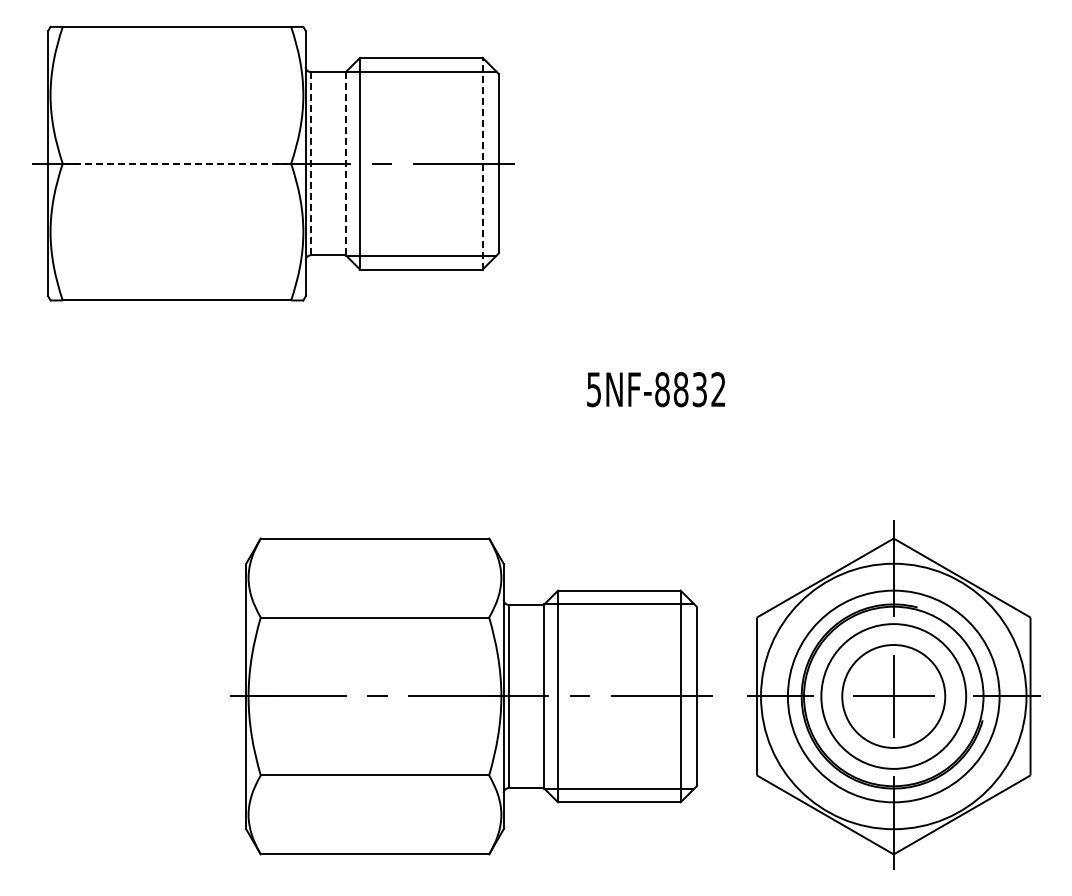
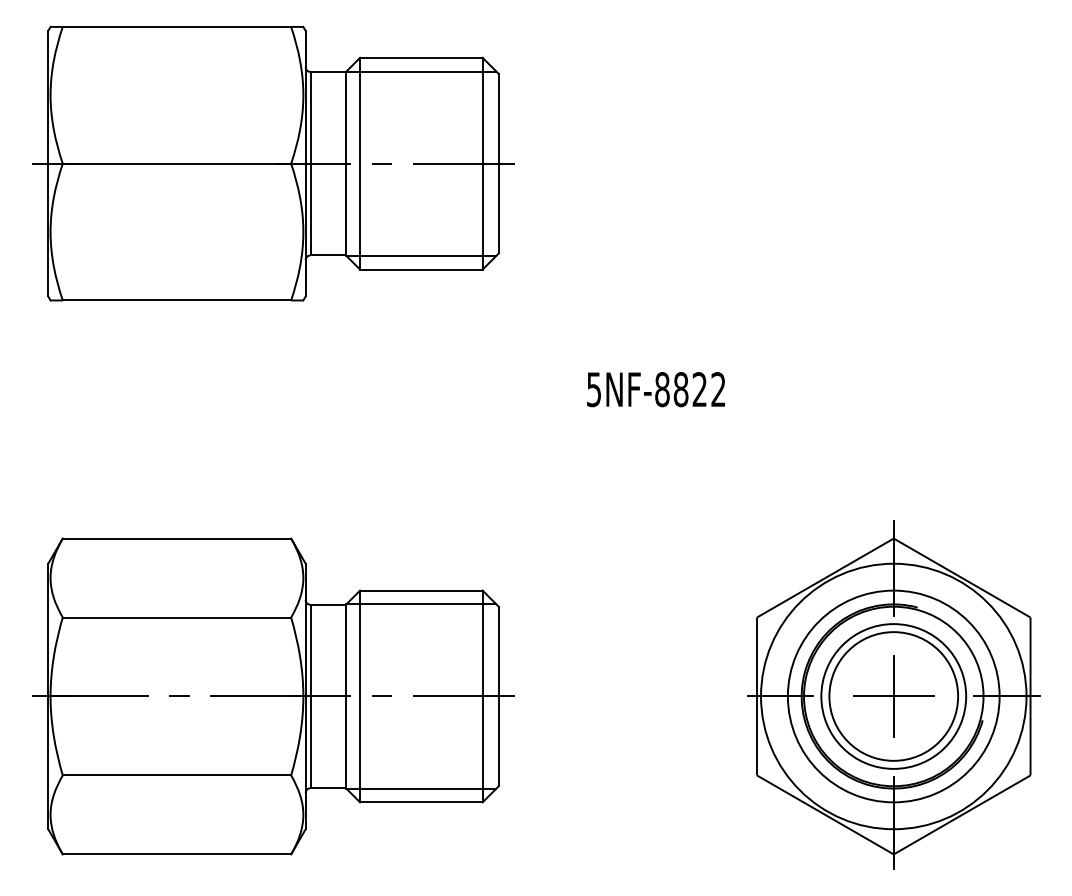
line at (177, 163): dashed -> solid
line at (310, 163): dashed -> solid
line at (345, 163): dashed -> solid
line at (482, 163): dashed -> solid
text at (699, 389): 5NF-8832 -> 5NF-8822
part at (471, 696) position: (471, 696) -> (273, 696)
circle at (893, 696) diameter: 103 px -> 129 px
